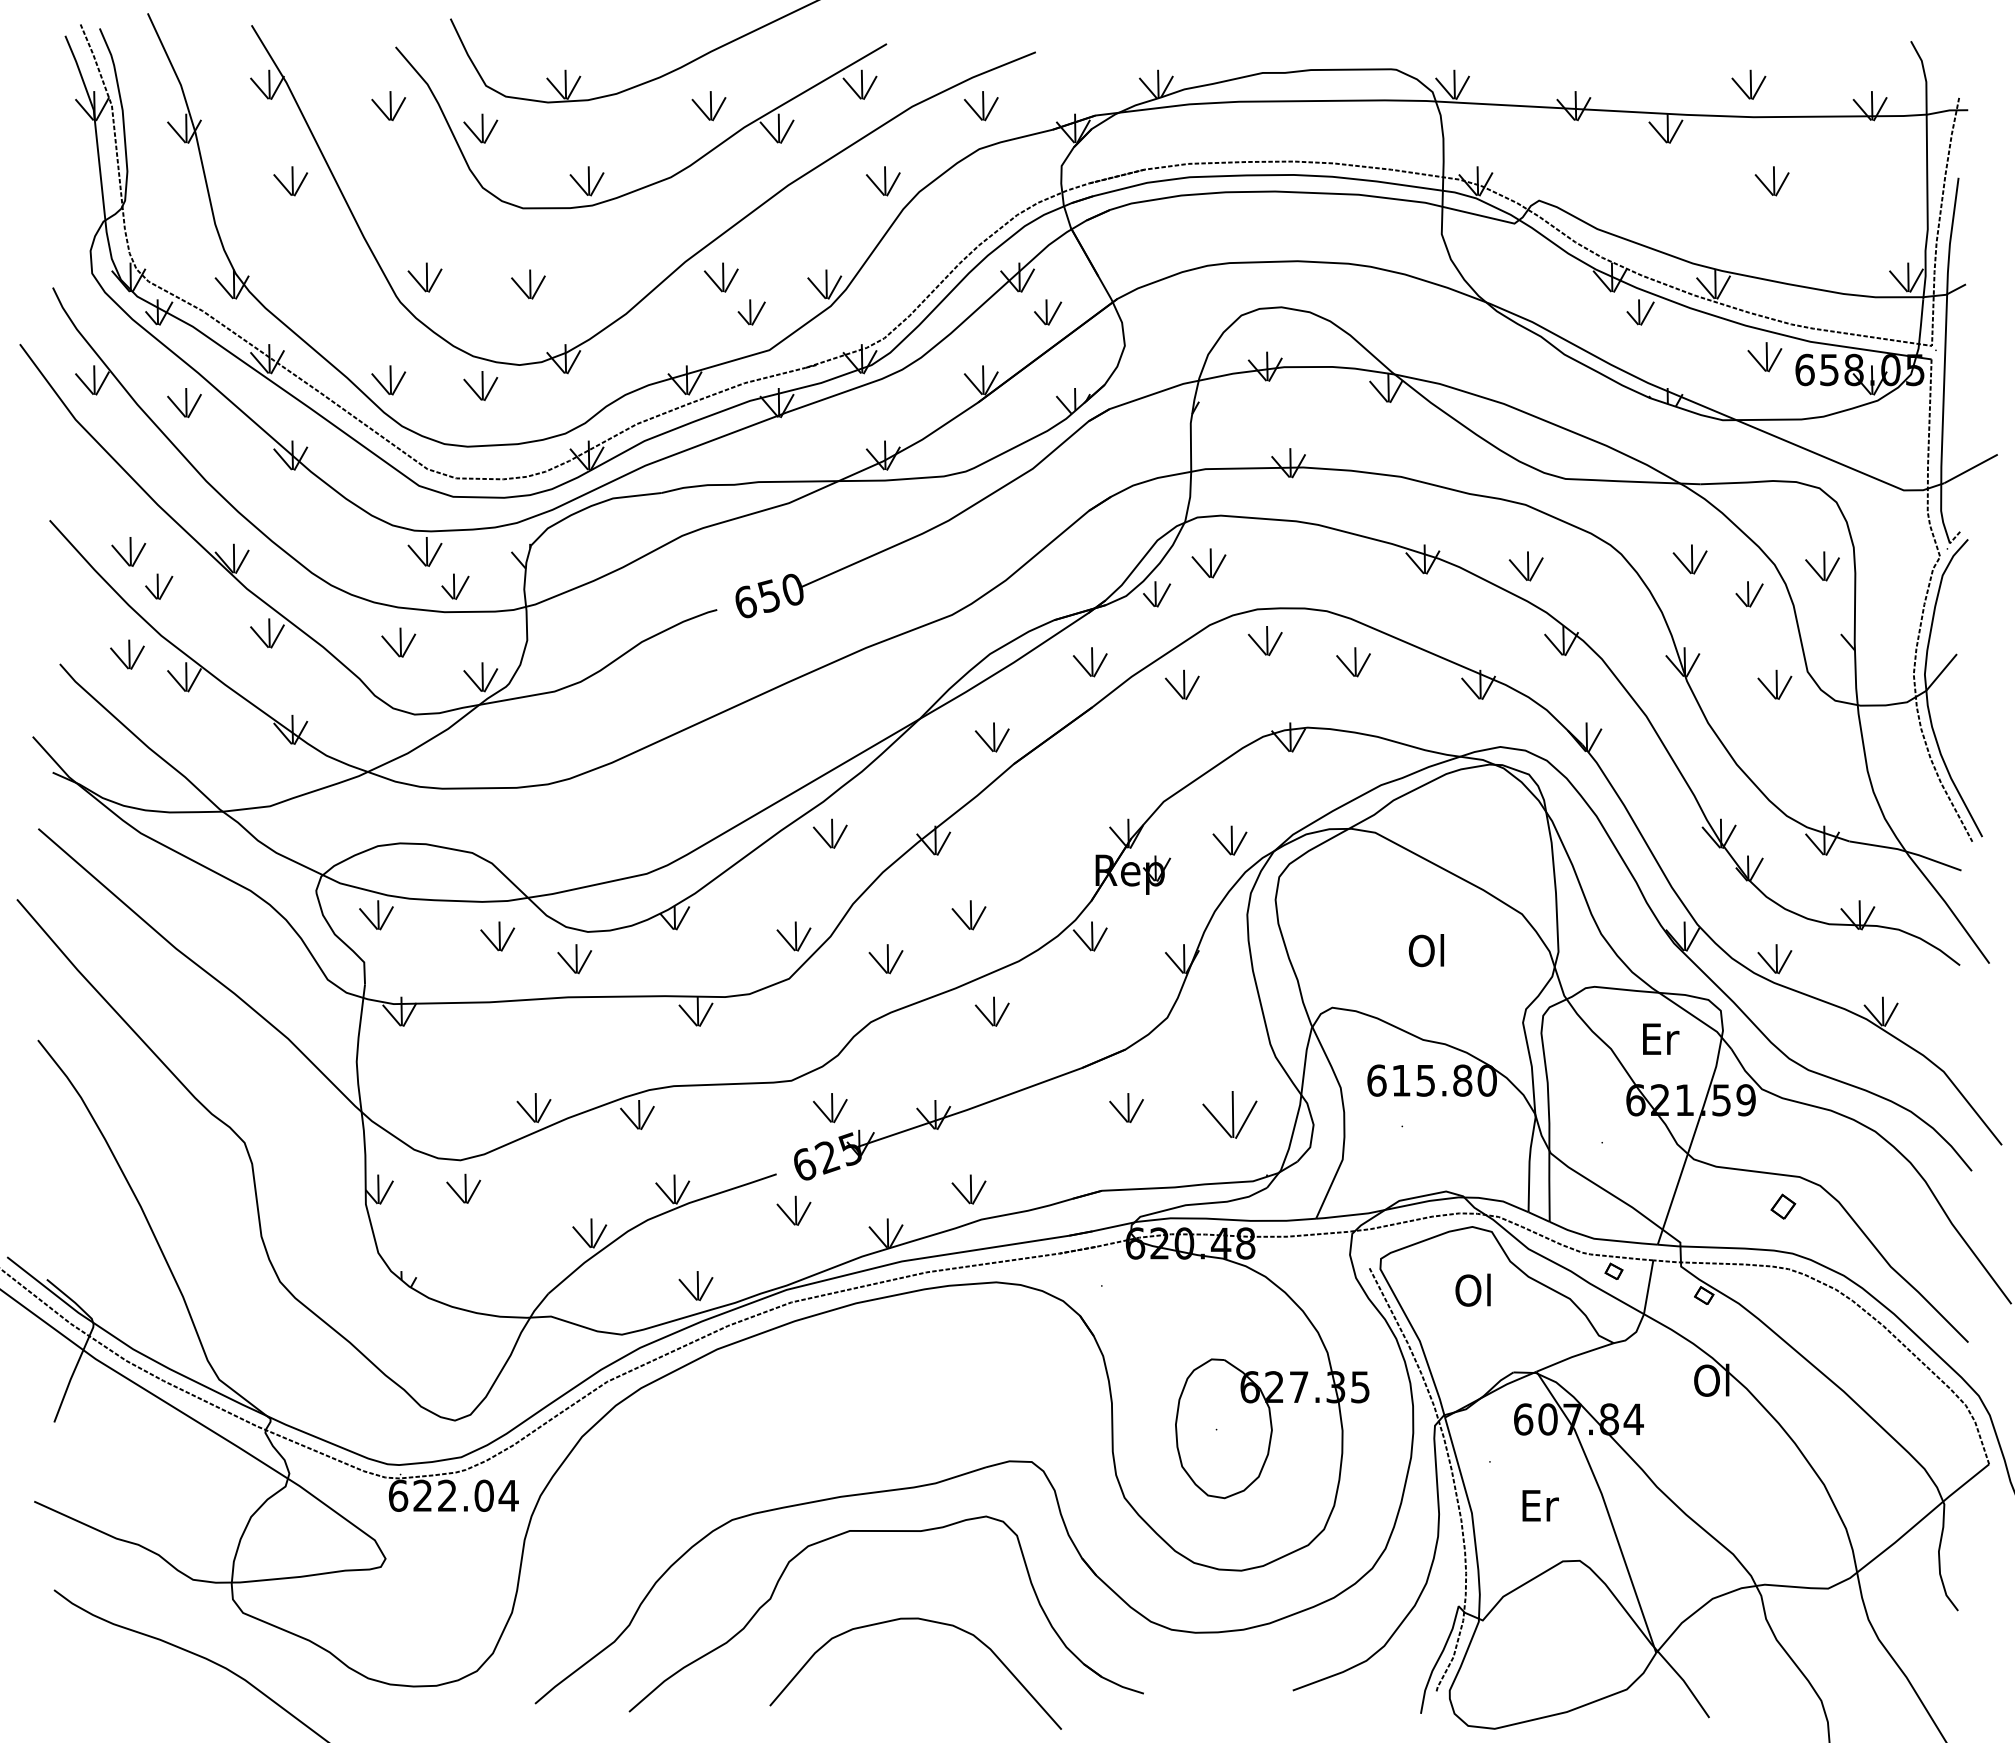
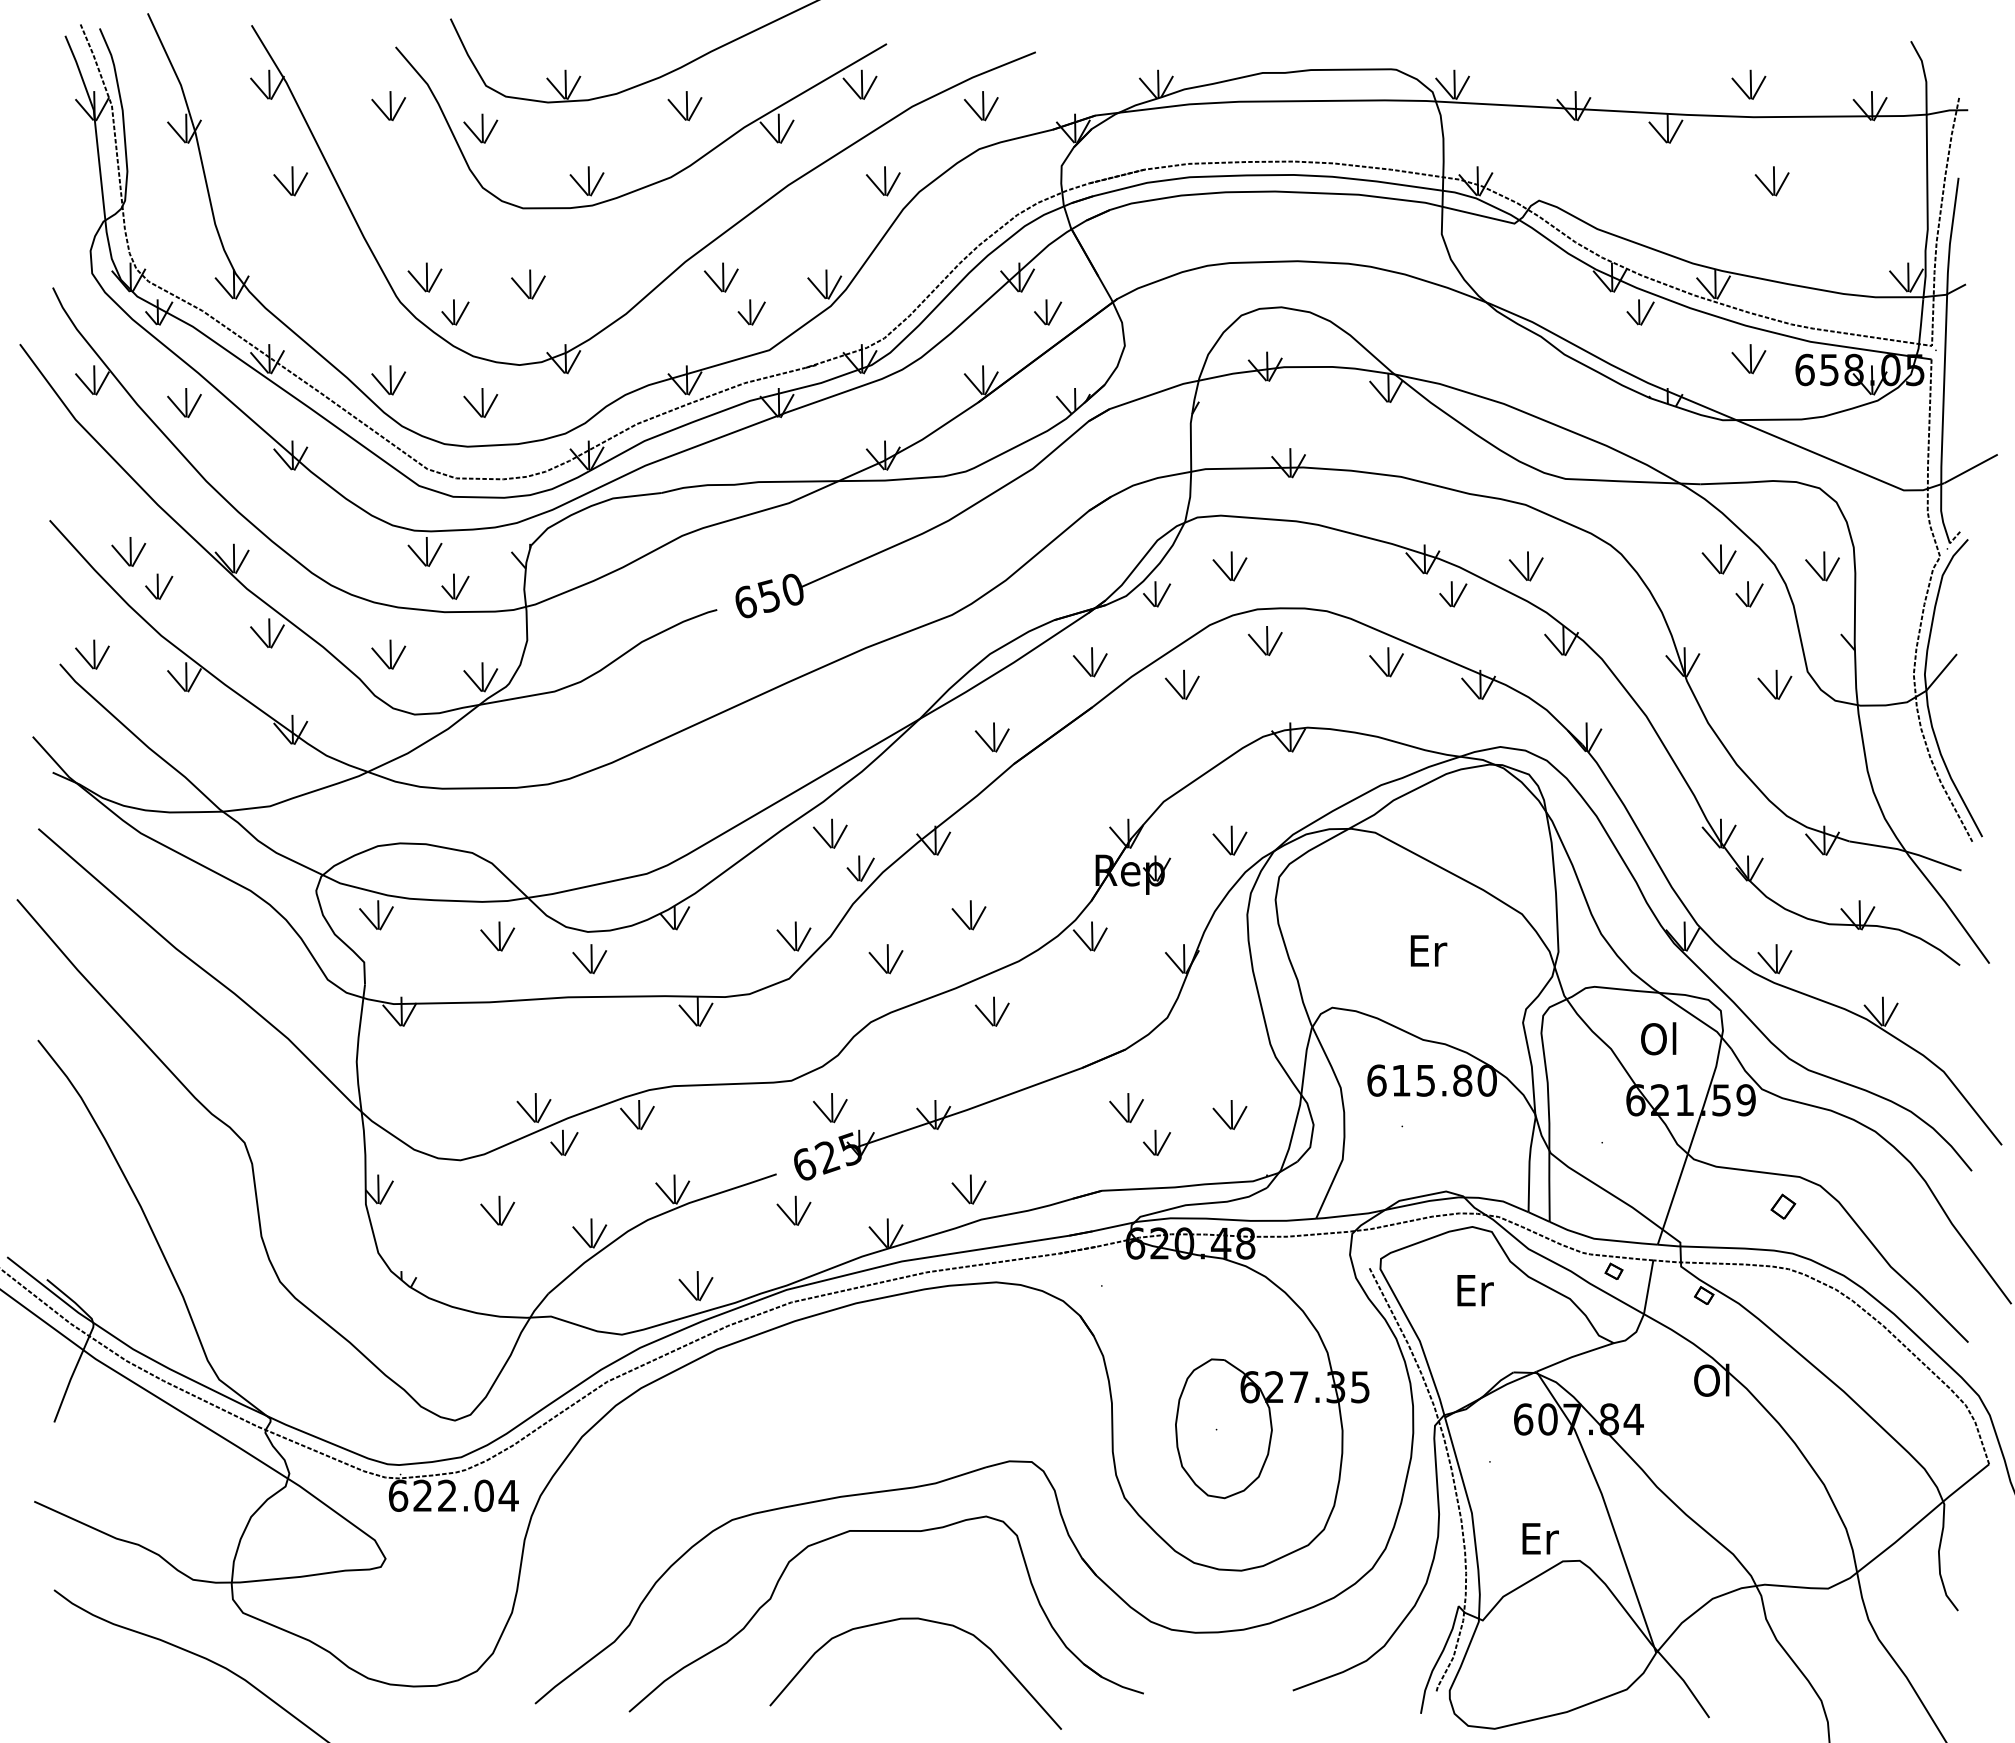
part at (708, 106) position: (708, 106) -> (684, 106)
part at (455, 312): none -> present
part at (1764, 357) position: (1764, 357) -> (1748, 359)
part at (480, 385) position: (480, 385) -> (480, 402)
part at (1689, 559) position: (1689, 559) -> (1718, 559)
part at (1208, 563) position: (1208, 563) -> (1229, 566)
part at (1453, 594): none -> present
part at (398, 642) position: (398, 642) -> (388, 654)
part at (127, 654) position: (127, 654) -> (92, 654)
part at (1353, 662) position: (1353, 662) -> (1386, 662)
part at (860, 868): none -> present
text at (1427, 950): Ol -> Er
part at (574, 959) position: (574, 959) -> (589, 959)
text at (1660, 1038): Er -> Ol
part at (1229, 1114) size: 56x48 px -> 36x30 px
part at (564, 1142): none -> present
part at (1156, 1142): none -> present
part at (463, 1188) position: (463, 1188) -> (497, 1210)
text at (1474, 1289): Ol -> Er
text at (1540, 1505) position: (1540, 1505) -> (1540, 1538)
